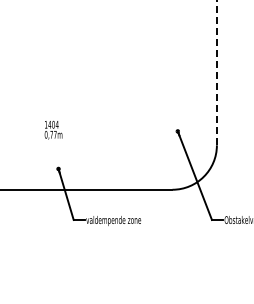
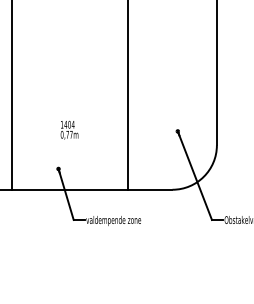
line at (216, 72): dashed -> solid
line at (12, 95): none -> present
line at (128, 95): none -> present
text at (53, 129) position: (53, 129) -> (69, 129)
